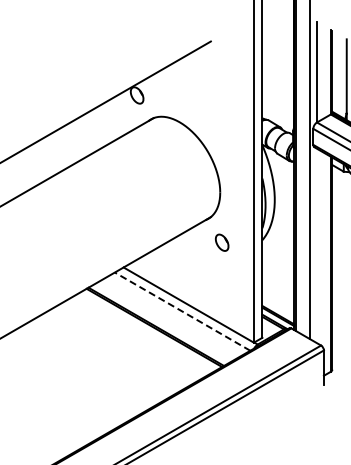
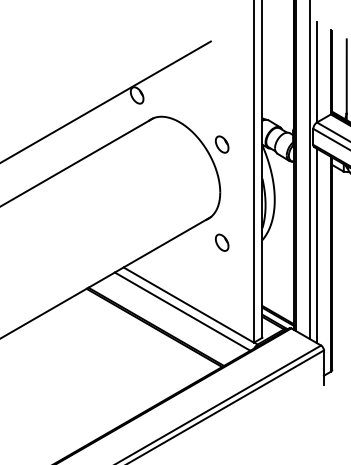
part at (222, 144): none -> present
line at (317, 245): none -> present
line at (182, 311): dashed -> solid
